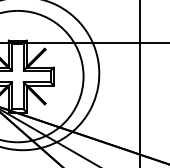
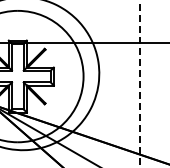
line at (139, 84): solid -> dashed
